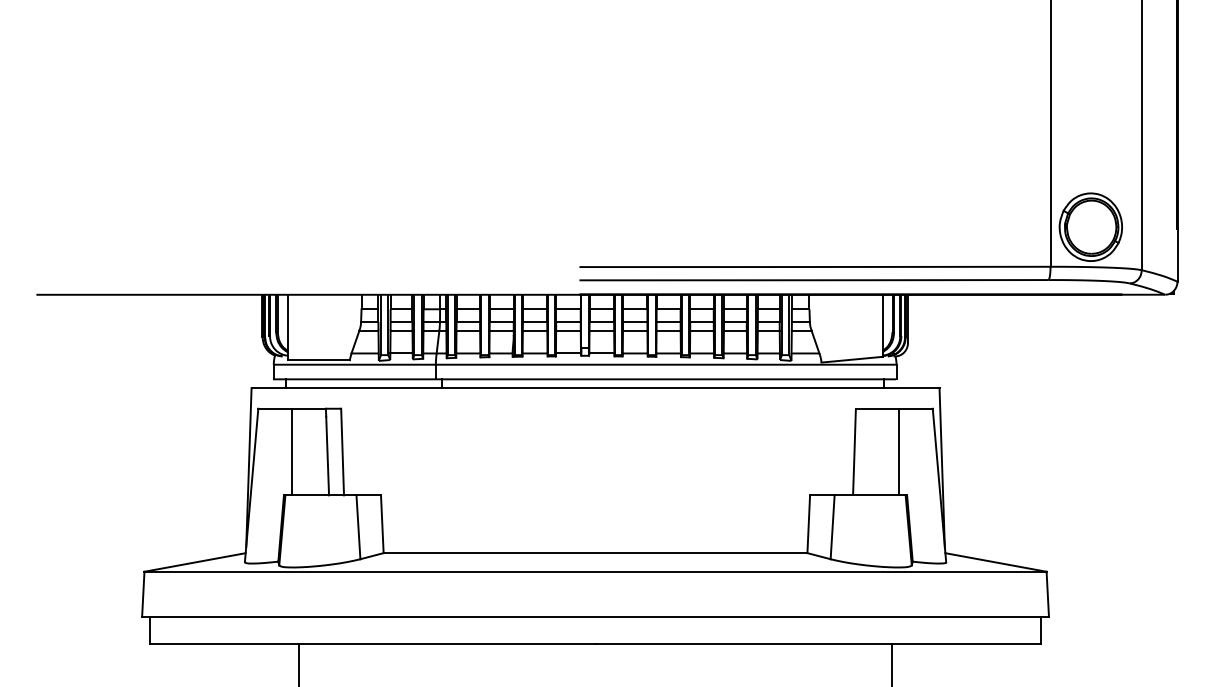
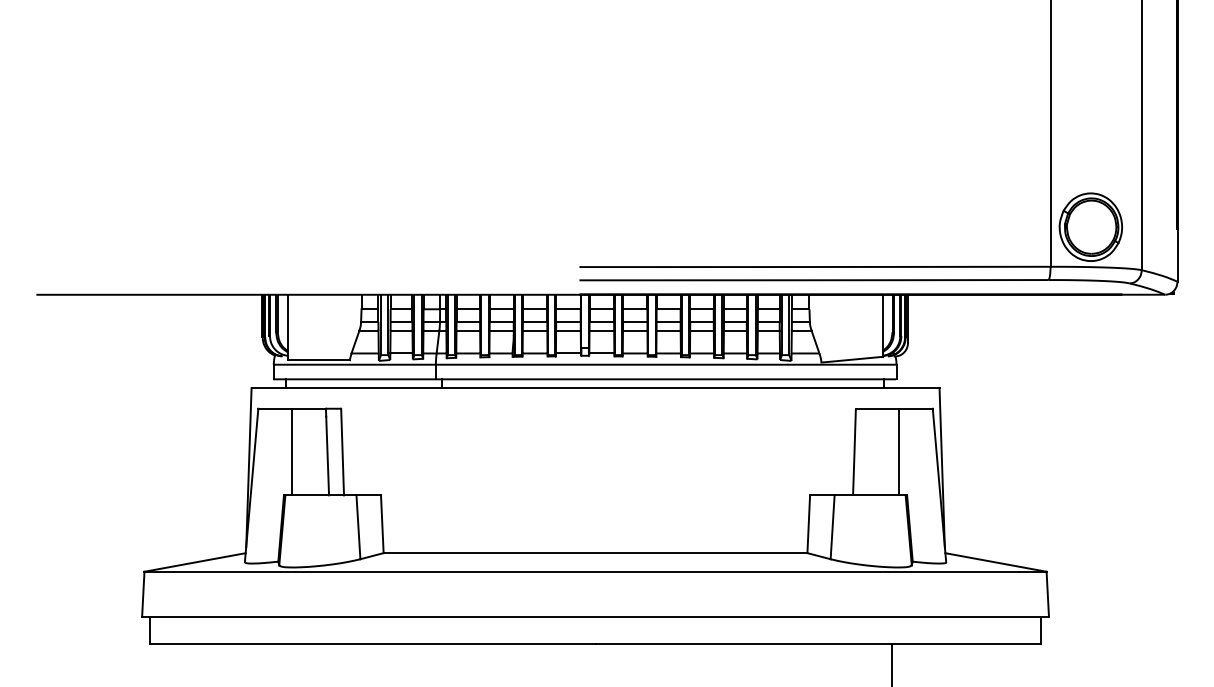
line at (299, 663): present -> none
